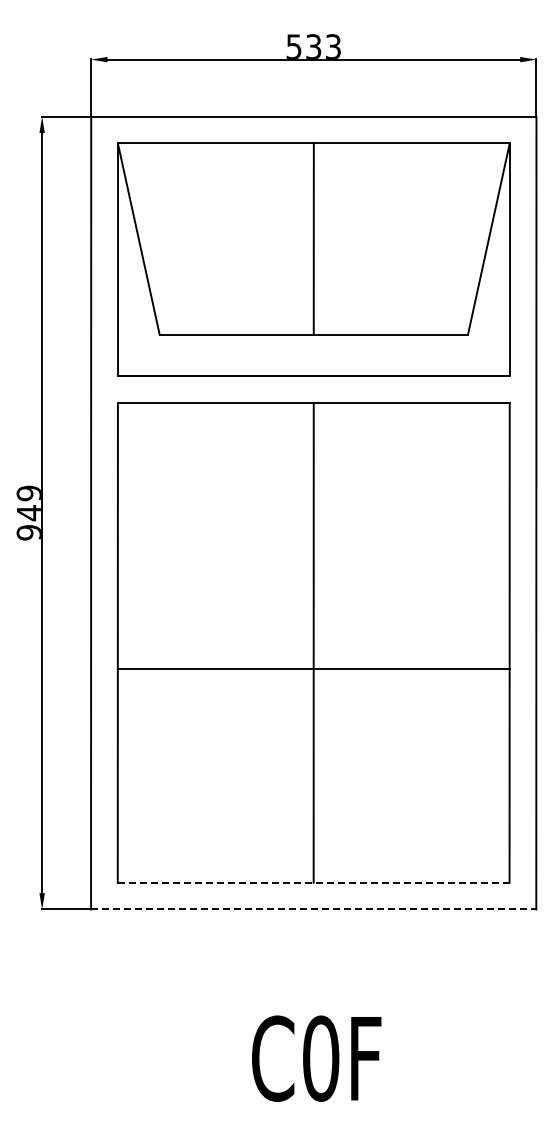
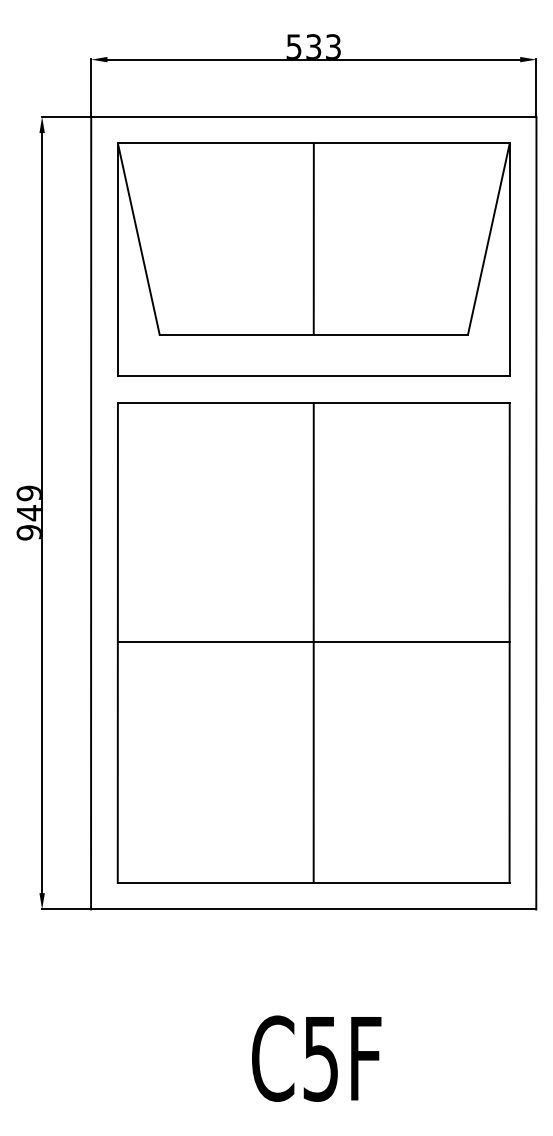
line at (313, 669) position: (313, 669) -> (313, 642)
line at (313, 882): dashed -> solid
line at (313, 909): dashed -> solid
text at (321, 1058): C0F -> C5F
